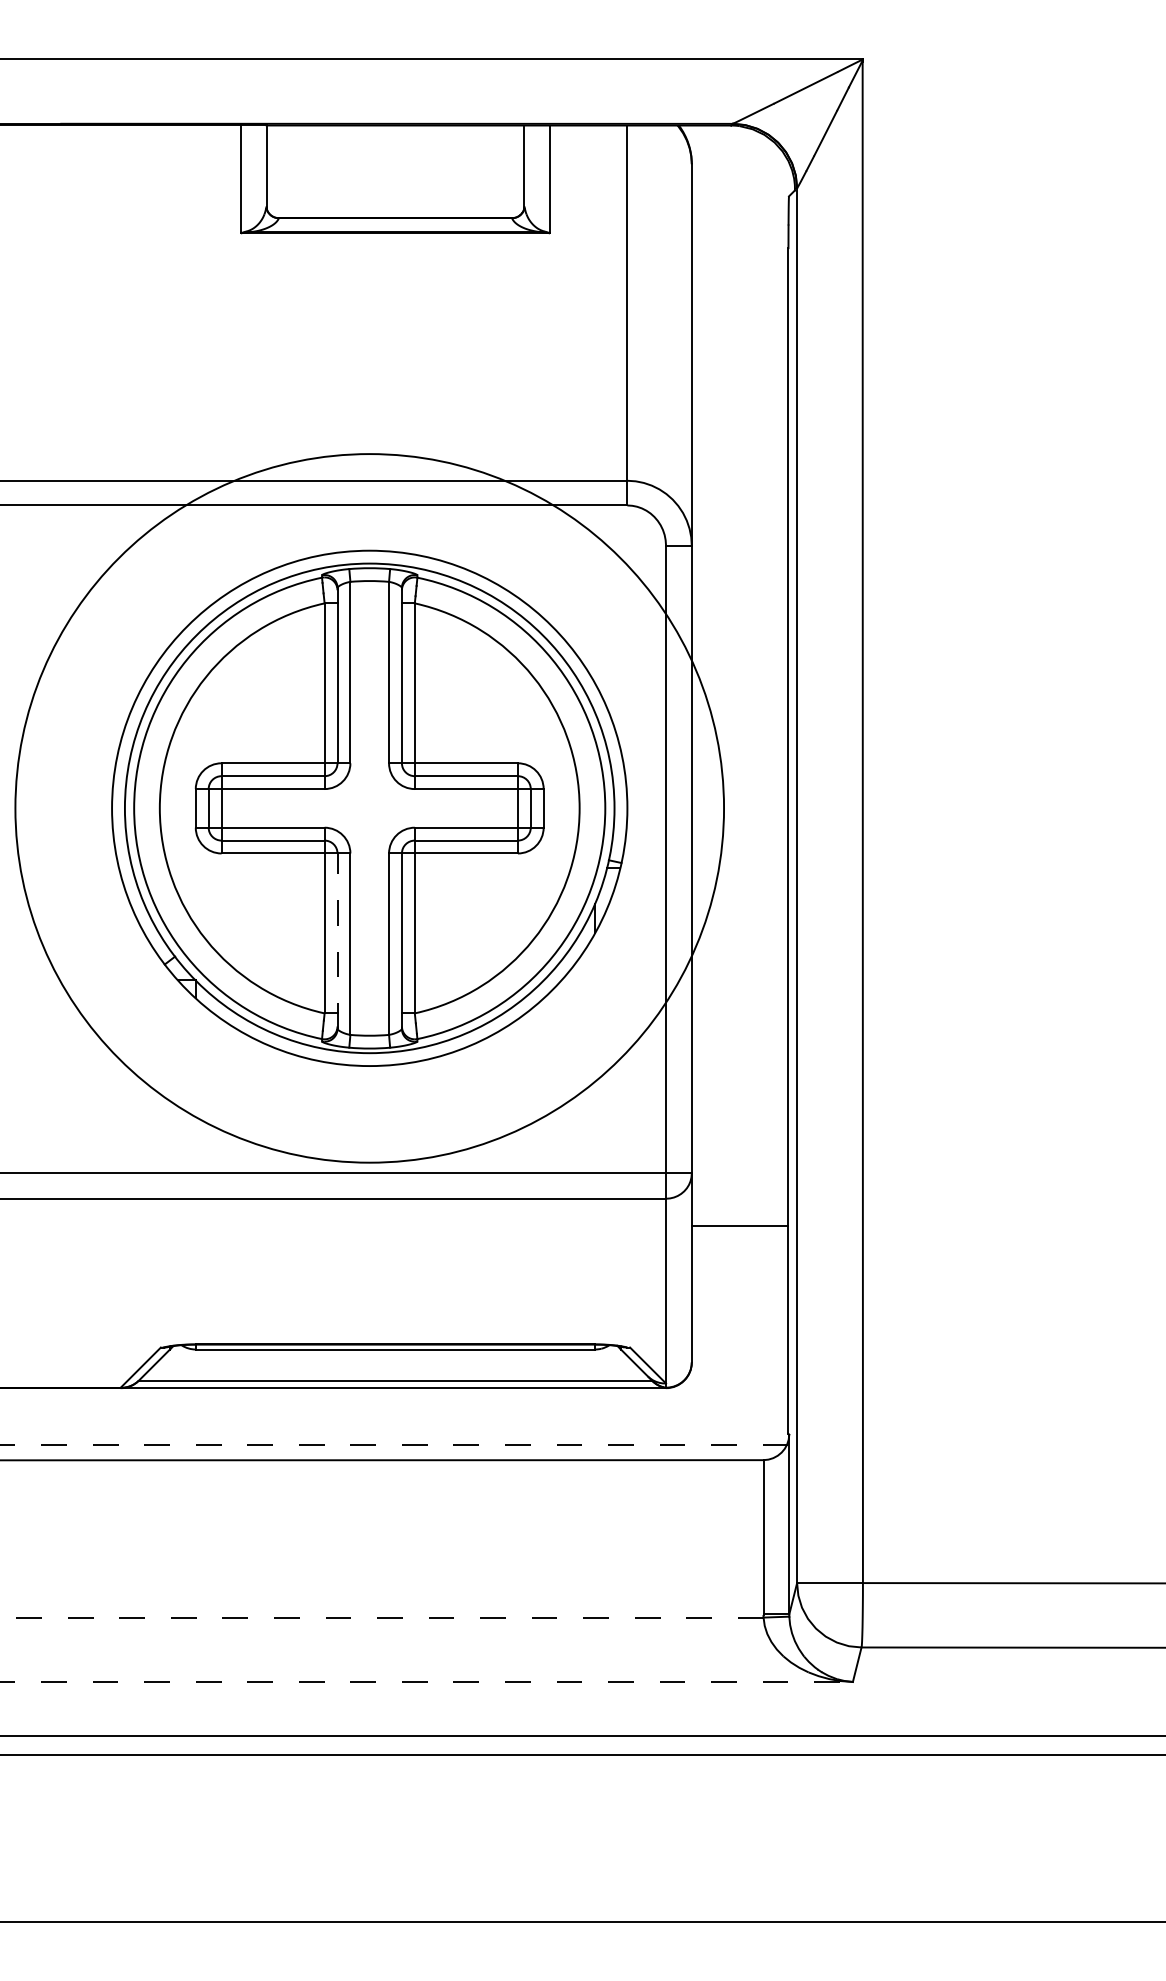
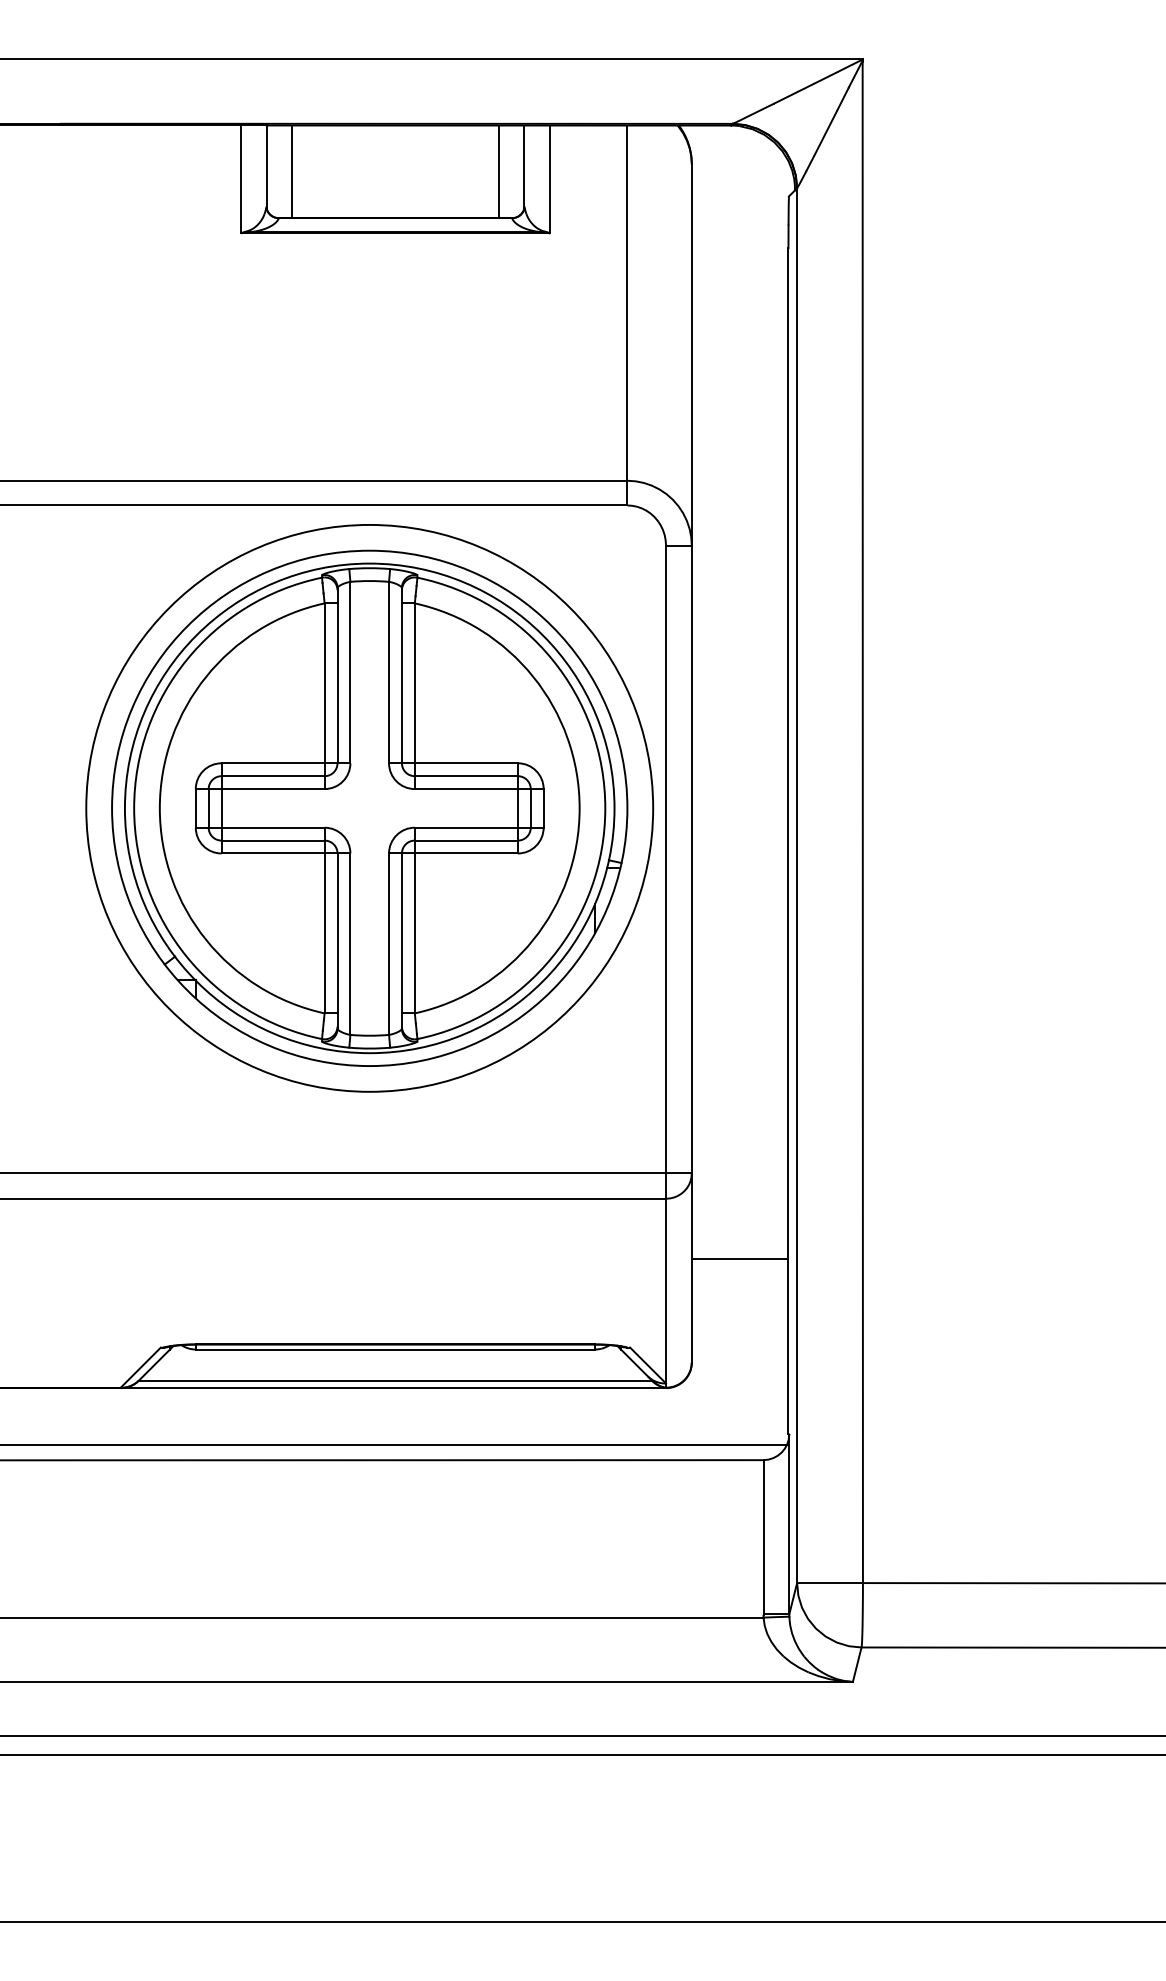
line at (292, 171): none -> present
line at (498, 171): none -> present
circle at (369, 808) diameter: 709 px -> 567 px
line at (337, 941): dashed -> solid
line at (739, 1226) position: (739, 1226) -> (739, 1259)
line at (394, 1445): dashed -> solid
line at (381, 1617): dashed -> solid
line at (426, 1681): dashed -> solid
